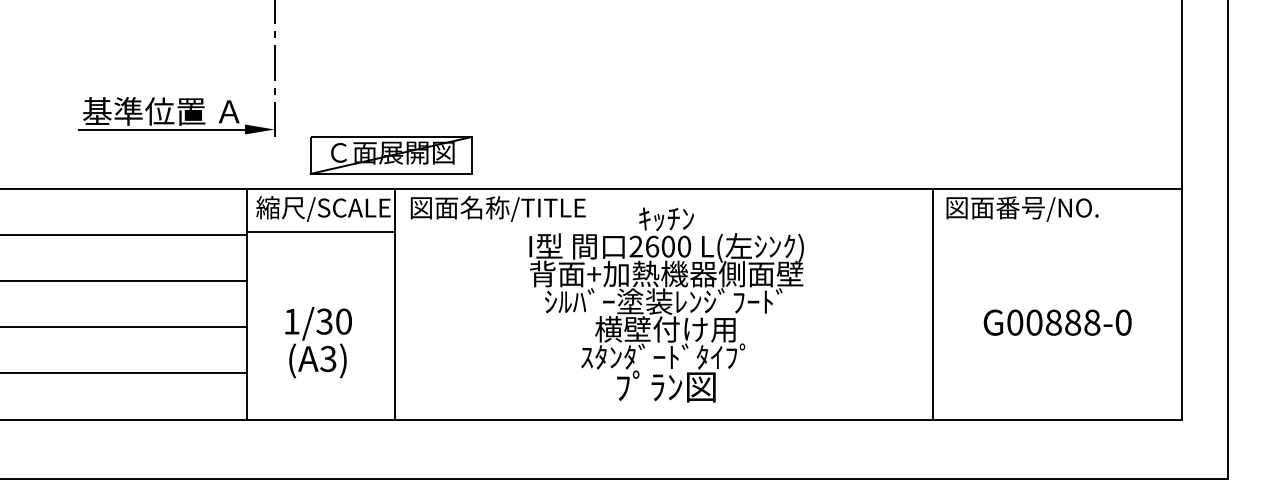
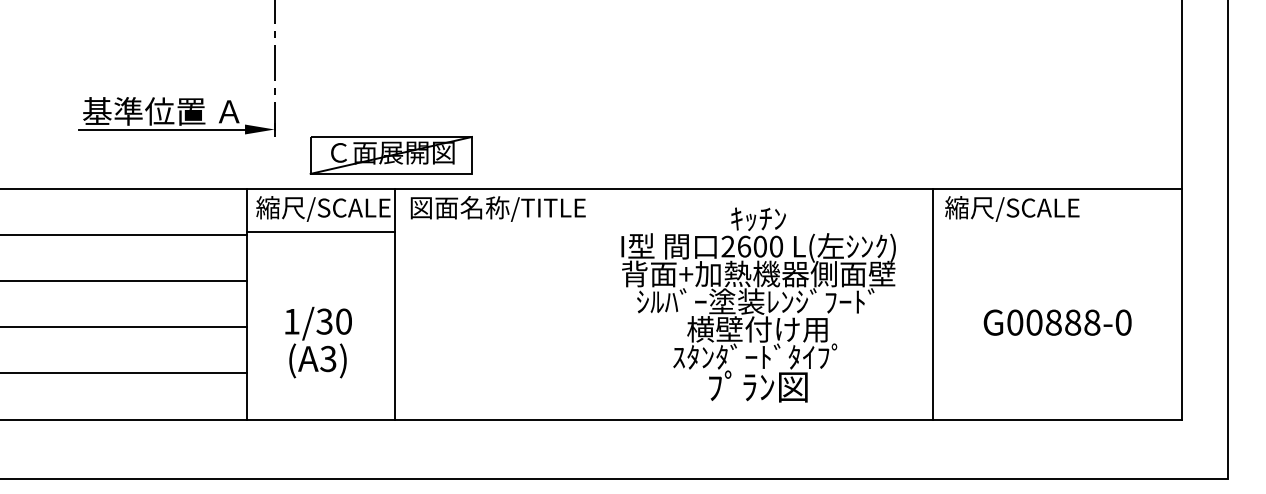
text at (1021, 208): 図面番号/NO. -> 縮尺/SCALE
text at (666, 304) position: (666, 304) -> (758, 304)
